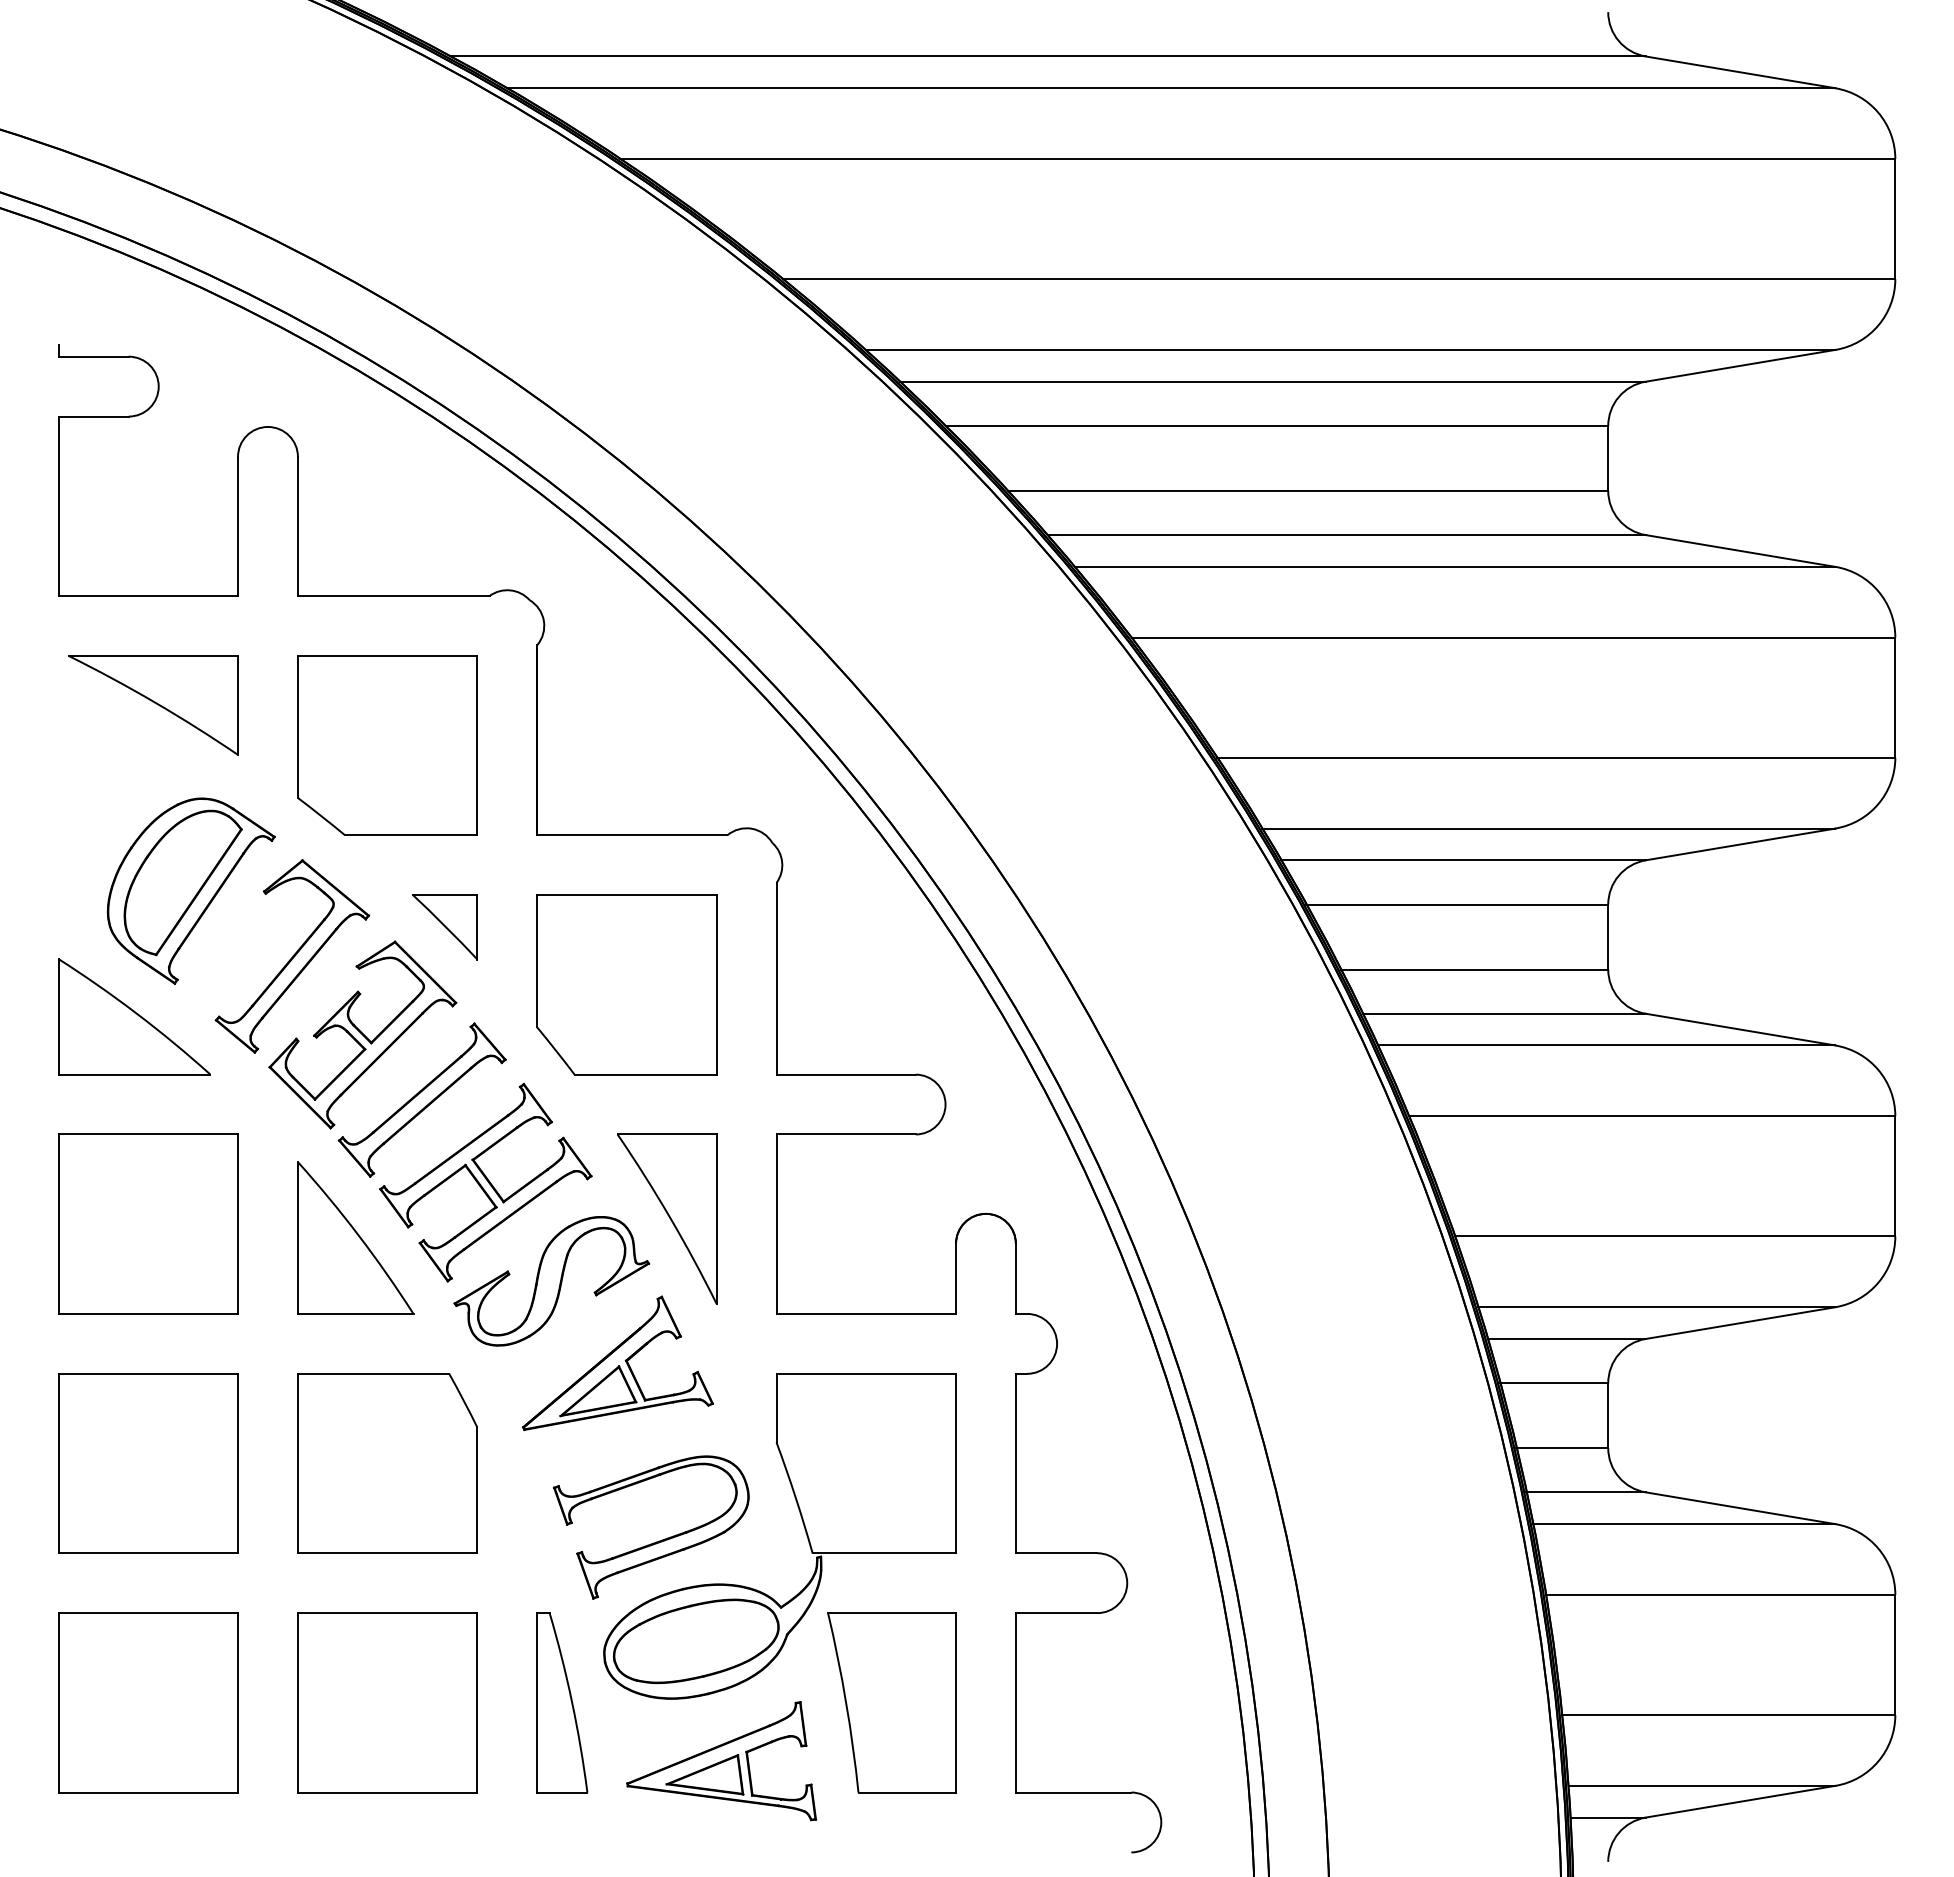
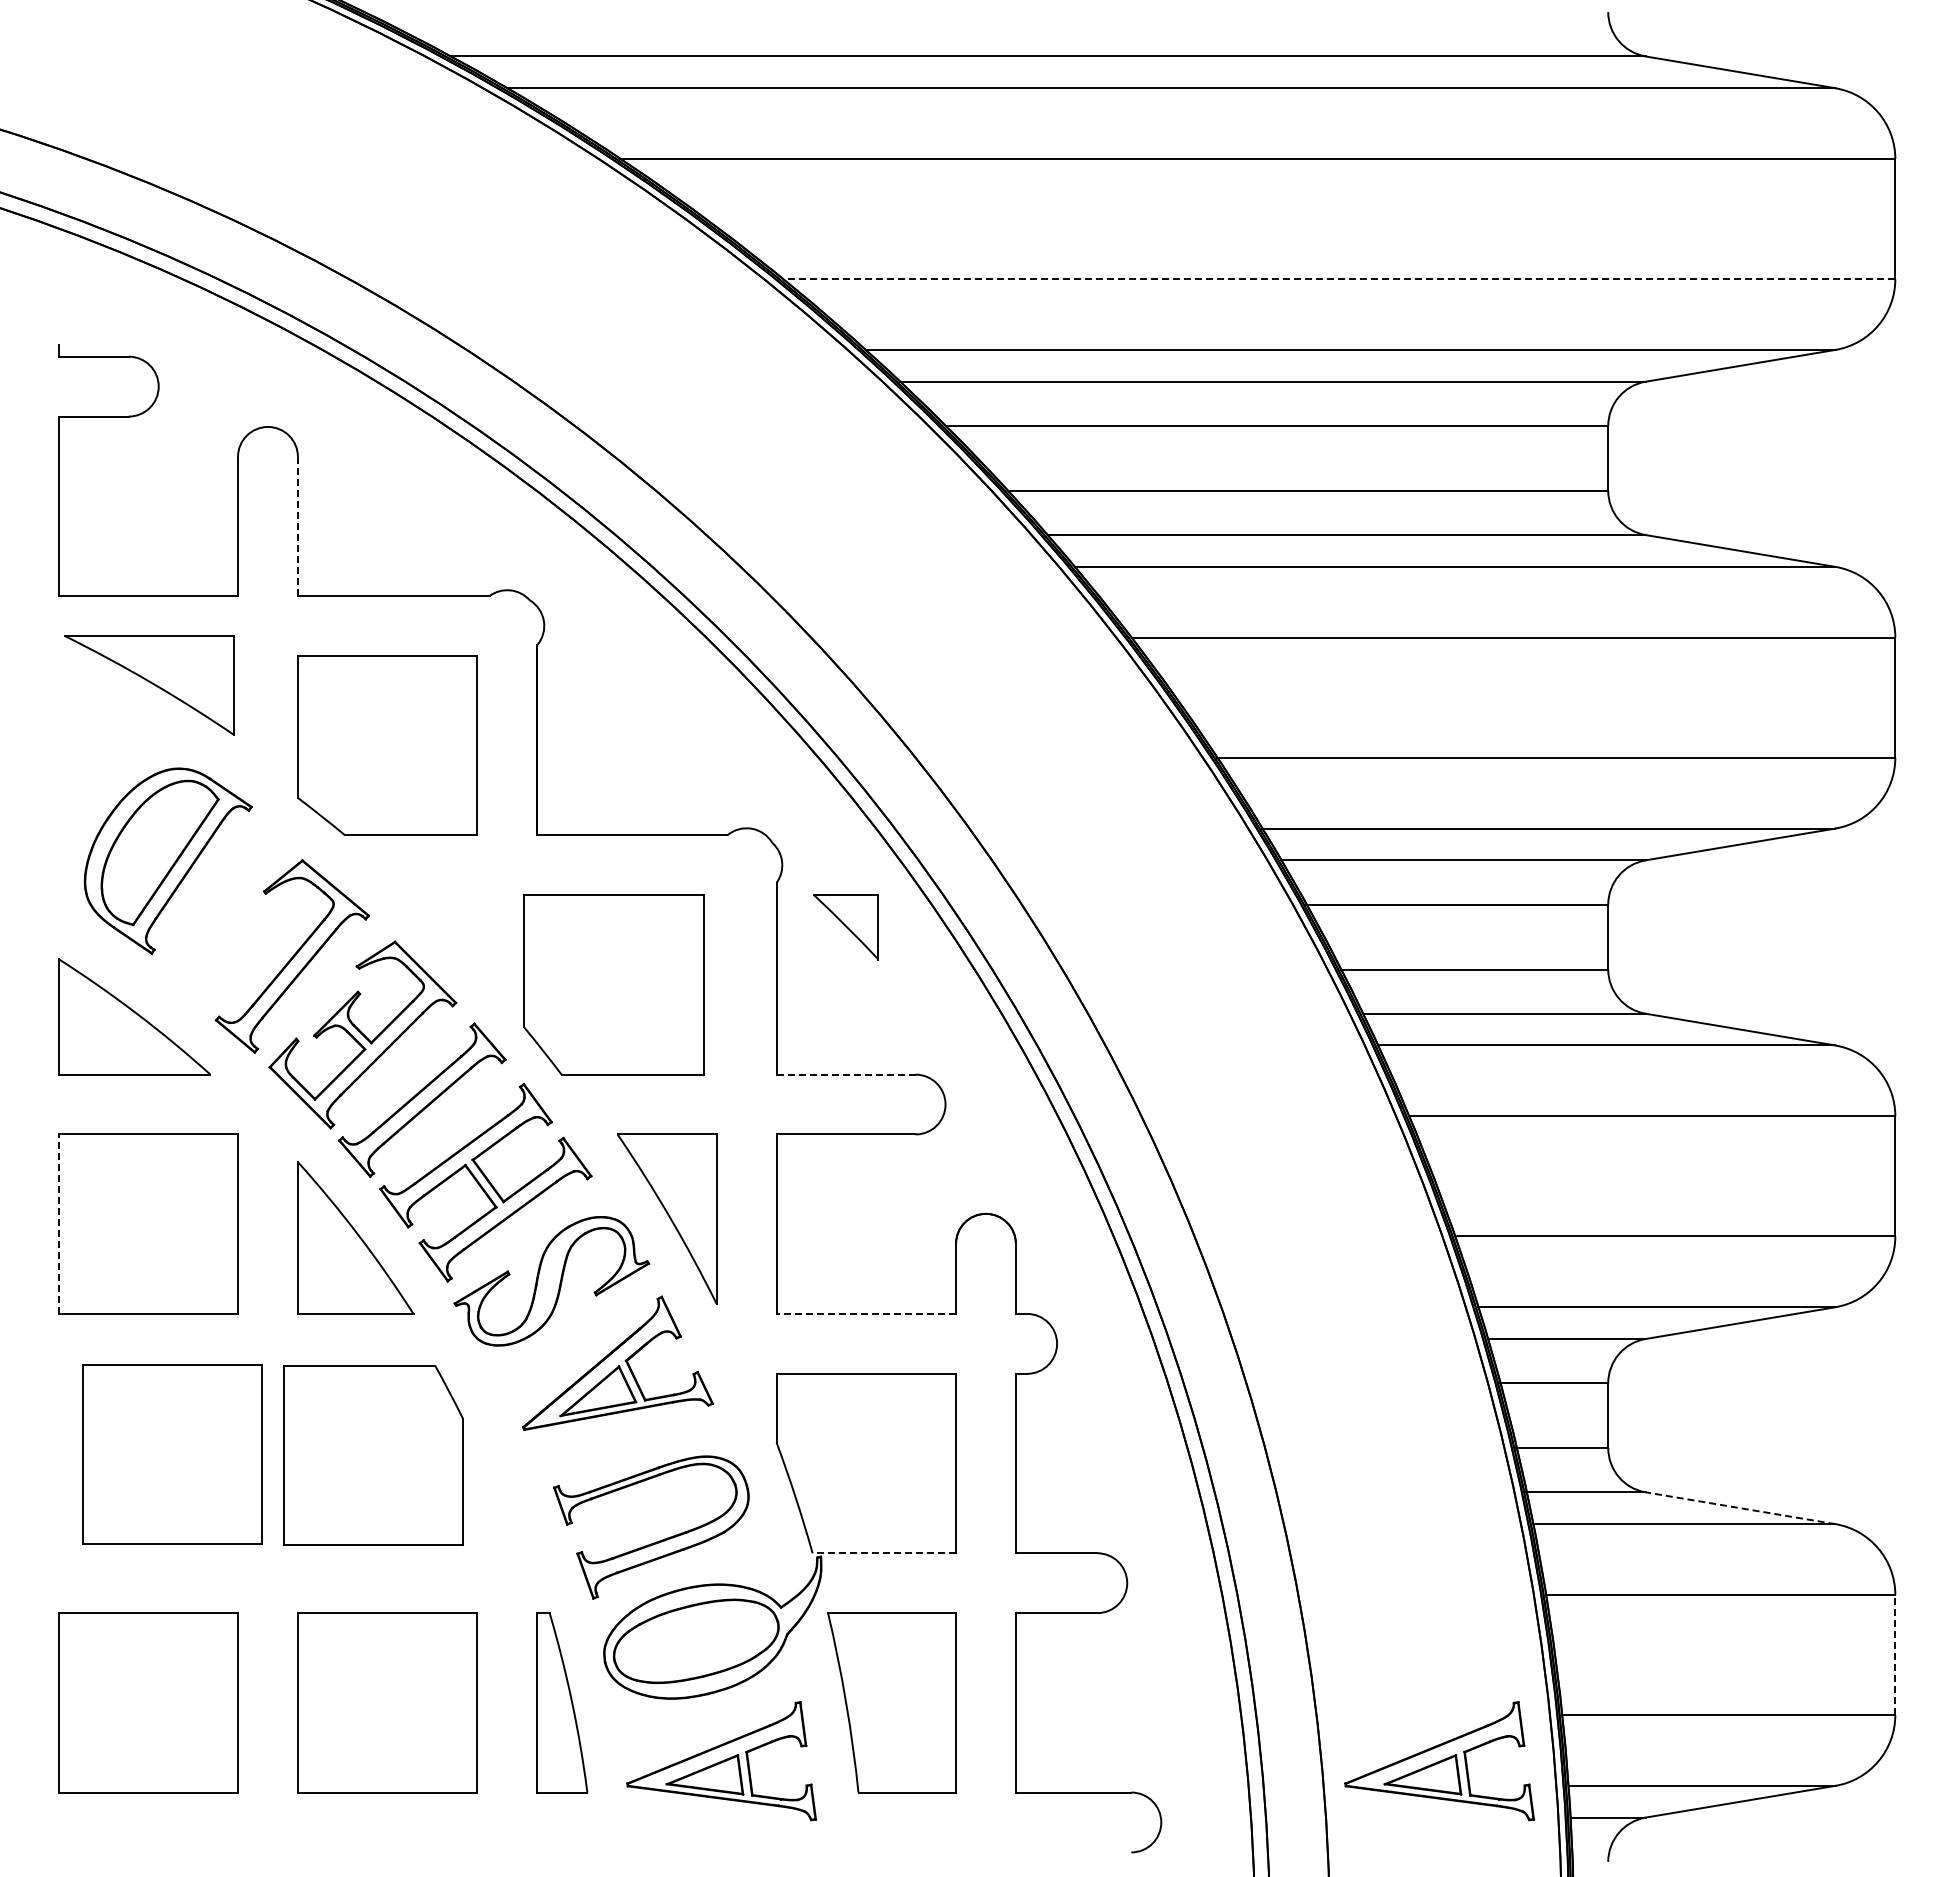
line at (1338, 279): solid -> dashed
line at (297, 526): solid -> dashed
part at (153, 705) position: (153, 705) -> (149, 685)
part at (190, 890) position: (190, 890) -> (167, 860)
part at (444, 927) position: (444, 927) -> (845, 927)
part at (626, 984) position: (626, 984) -> (613, 984)
line at (846, 1074): solid -> dashed
line at (58, 1224): solid -> dashed
line at (866, 1313): solid -> dashed
part at (148, 1463) position: (148, 1463) -> (172, 1454)
part at (387, 1463) position: (387, 1463) -> (373, 1455)
line at (1740, 1508): solid -> dashed
line at (884, 1553): solid -> dashed
line at (1895, 1654): solid -> dashed
part at (1439, 1761): none -> present
